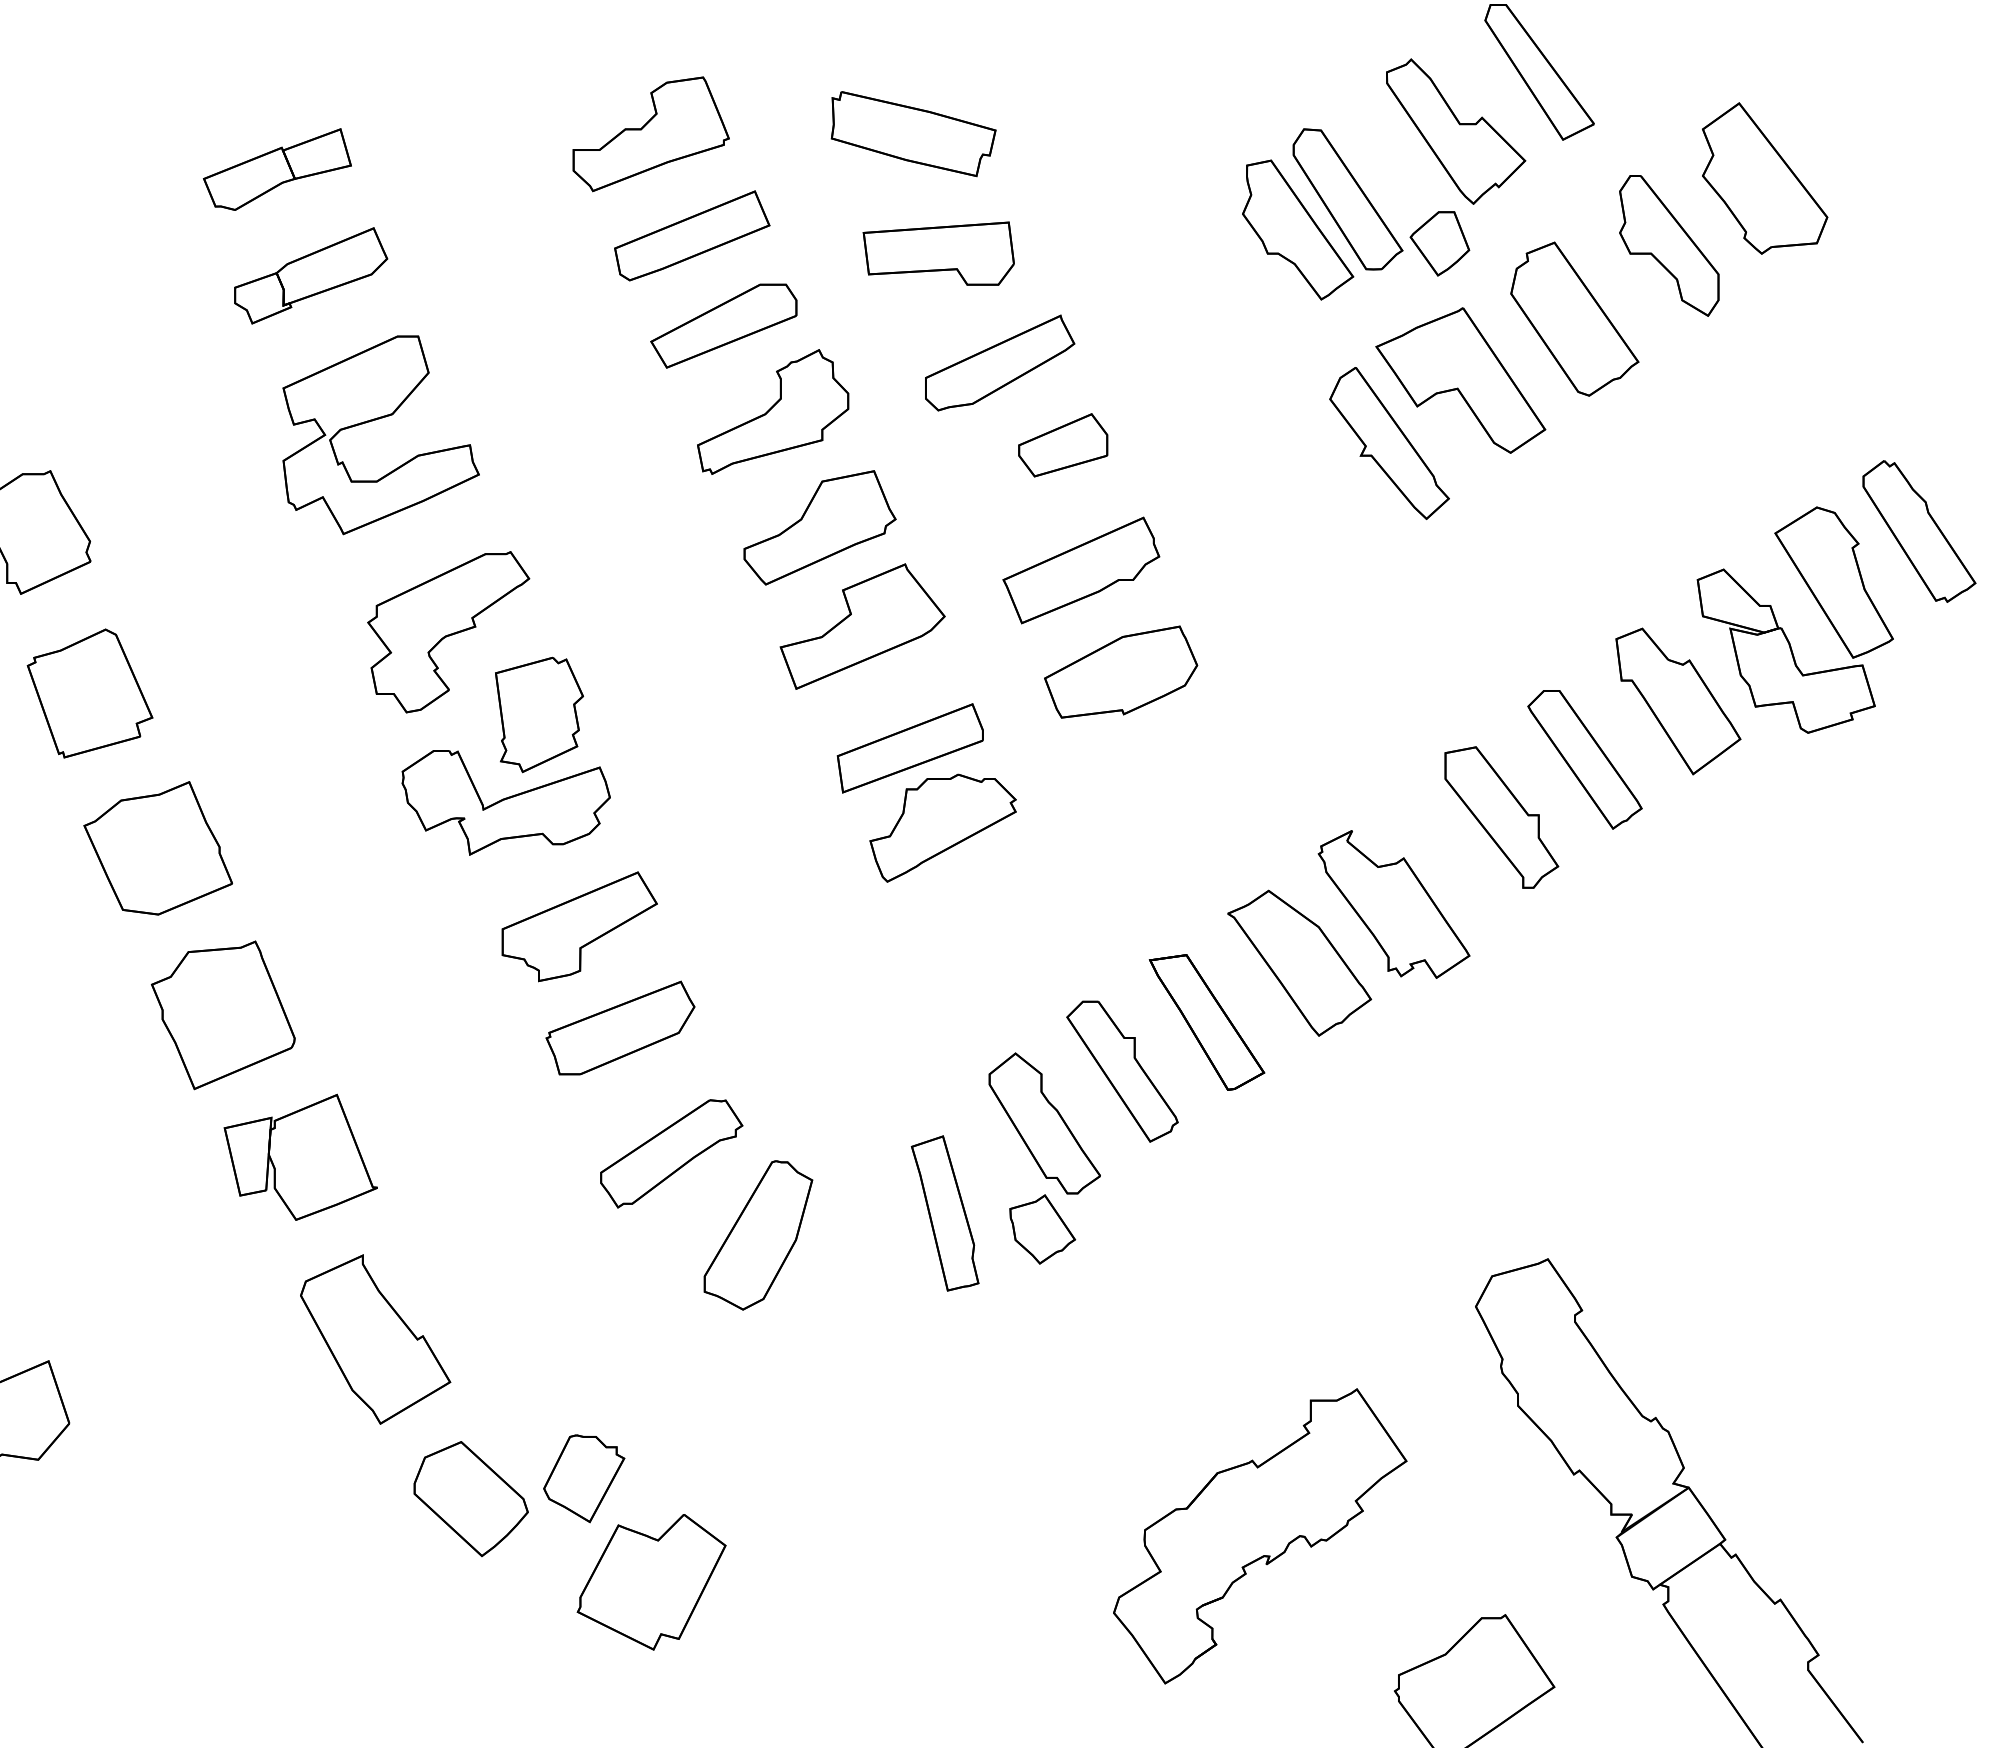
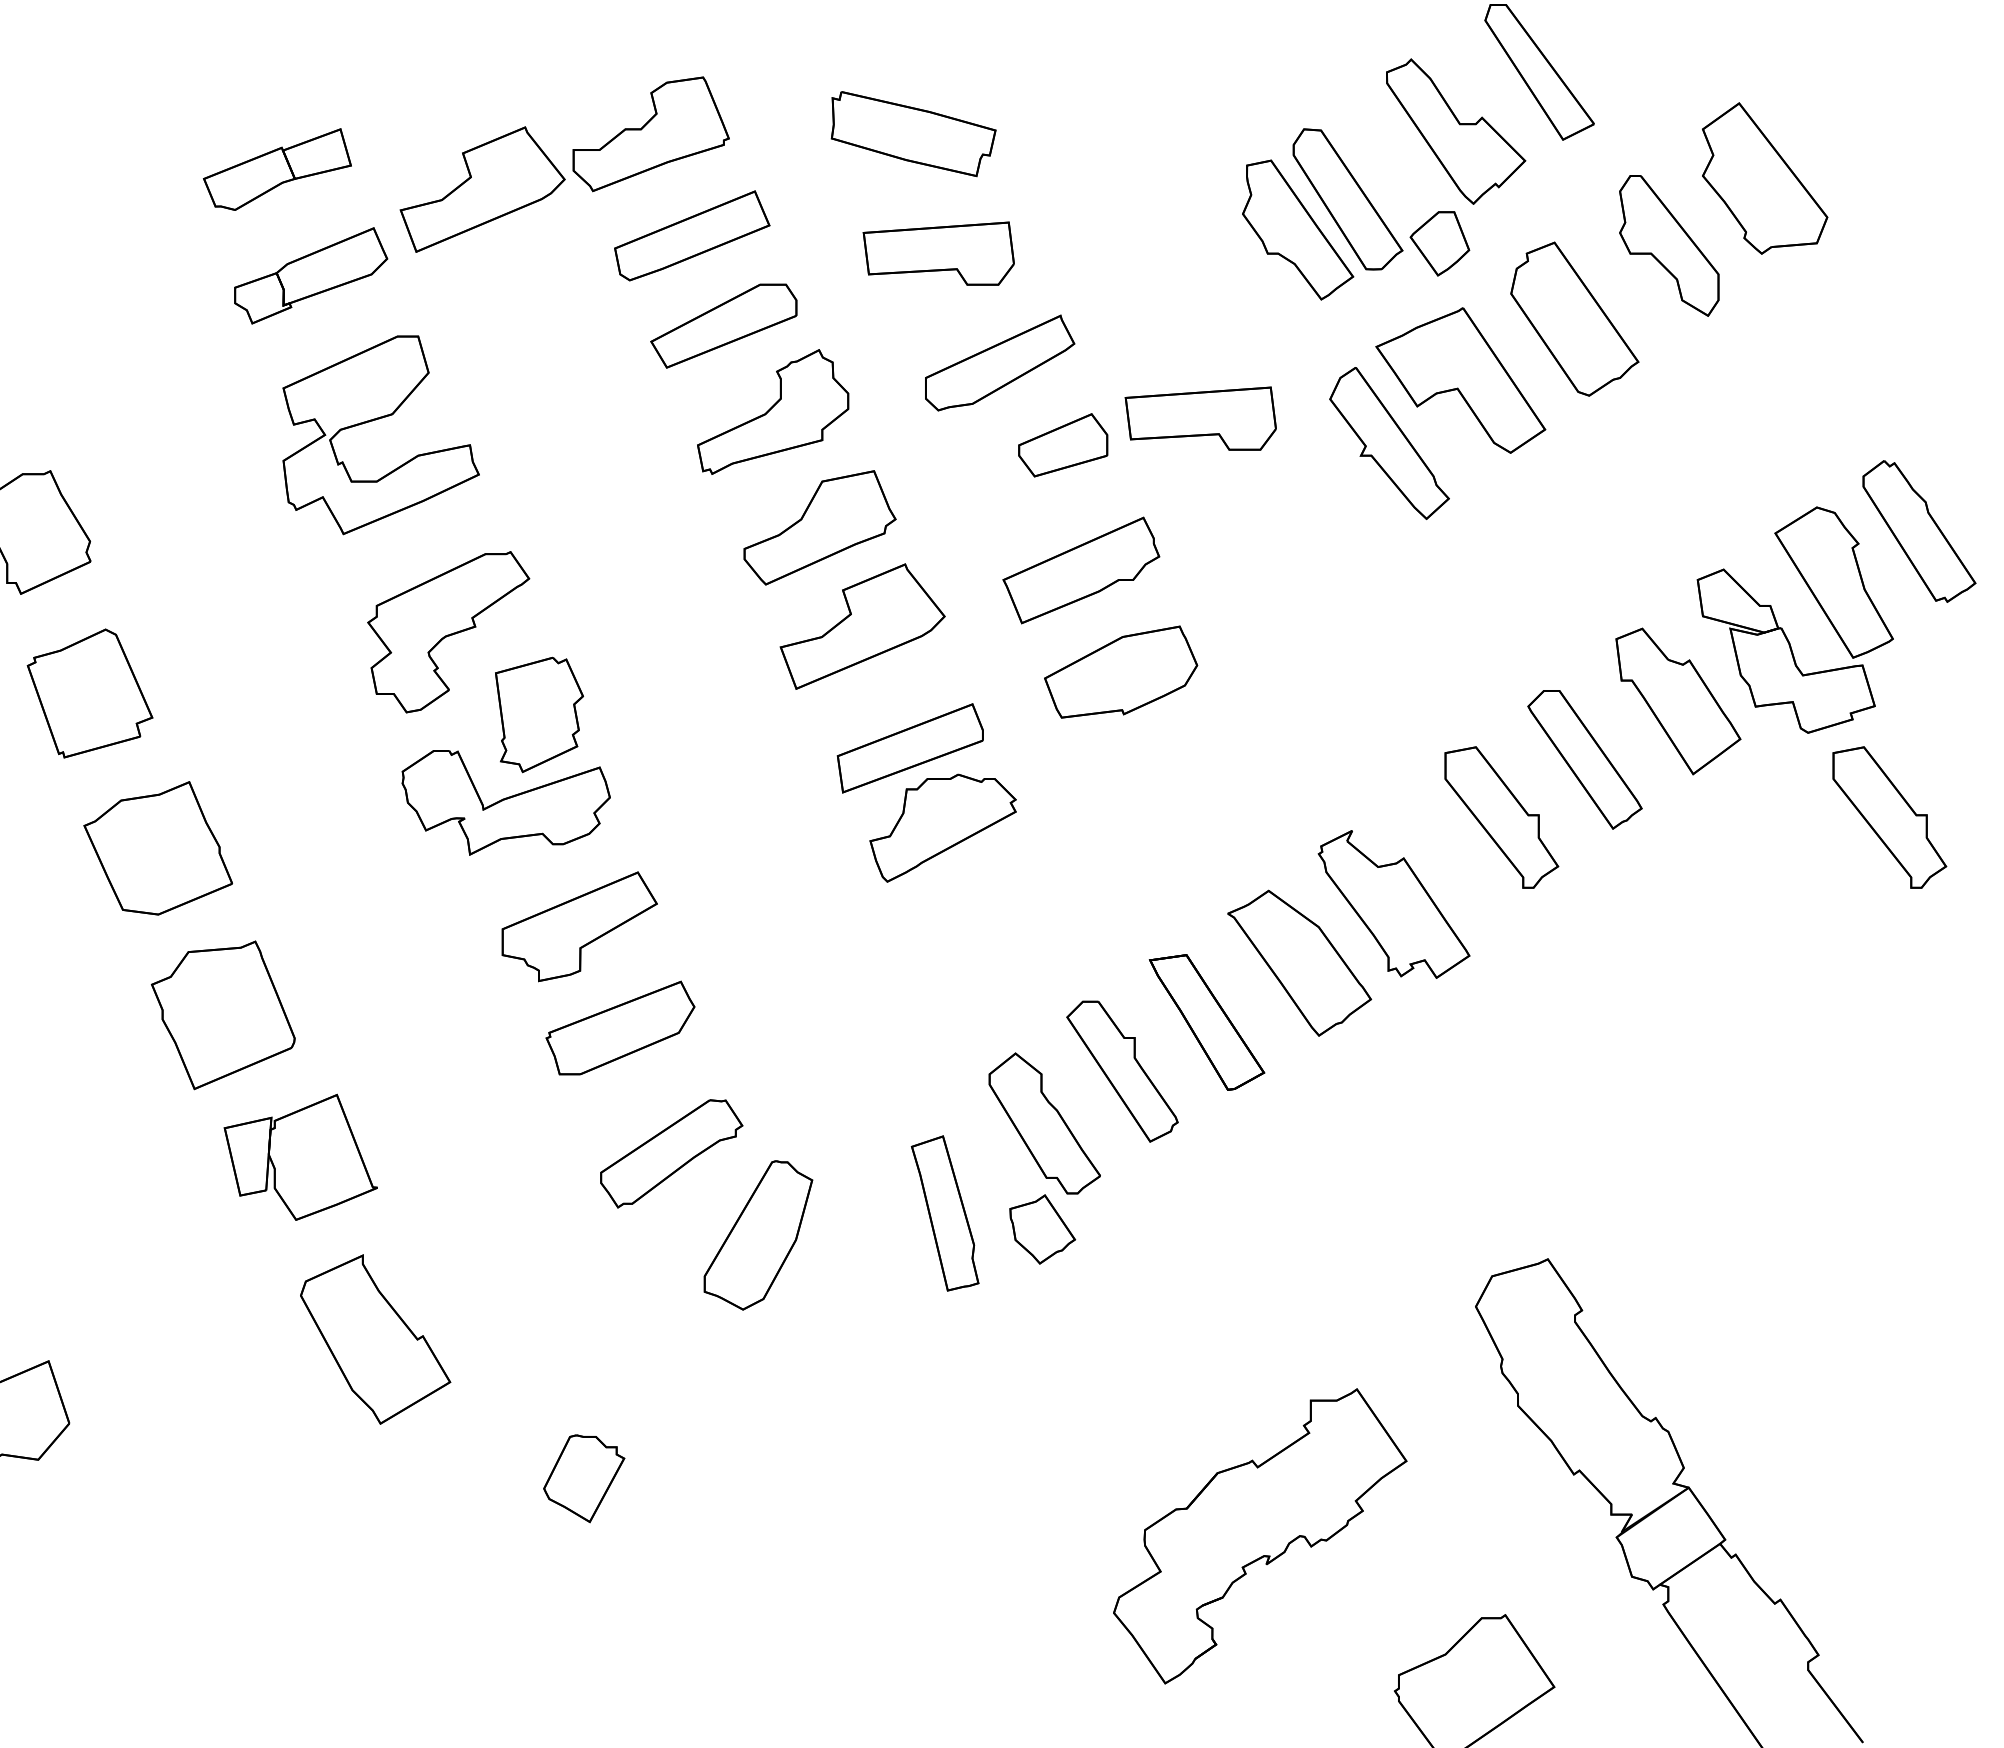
part at (482, 189): none -> present
part at (1200, 418): none -> present
part at (1889, 817): none -> present
part at (470, 1499): present -> none
part at (651, 1582): present -> none
